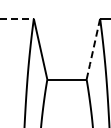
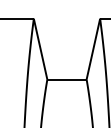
line at (16, 18): dashed -> solid
line at (93, 48): dashed -> solid
